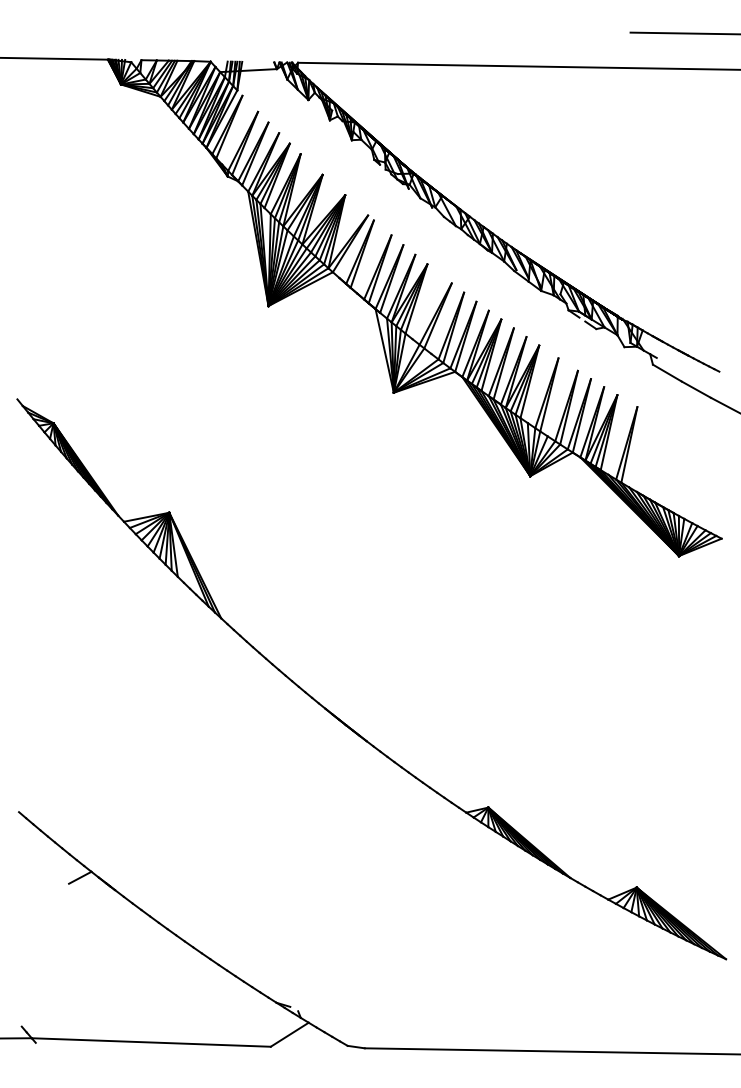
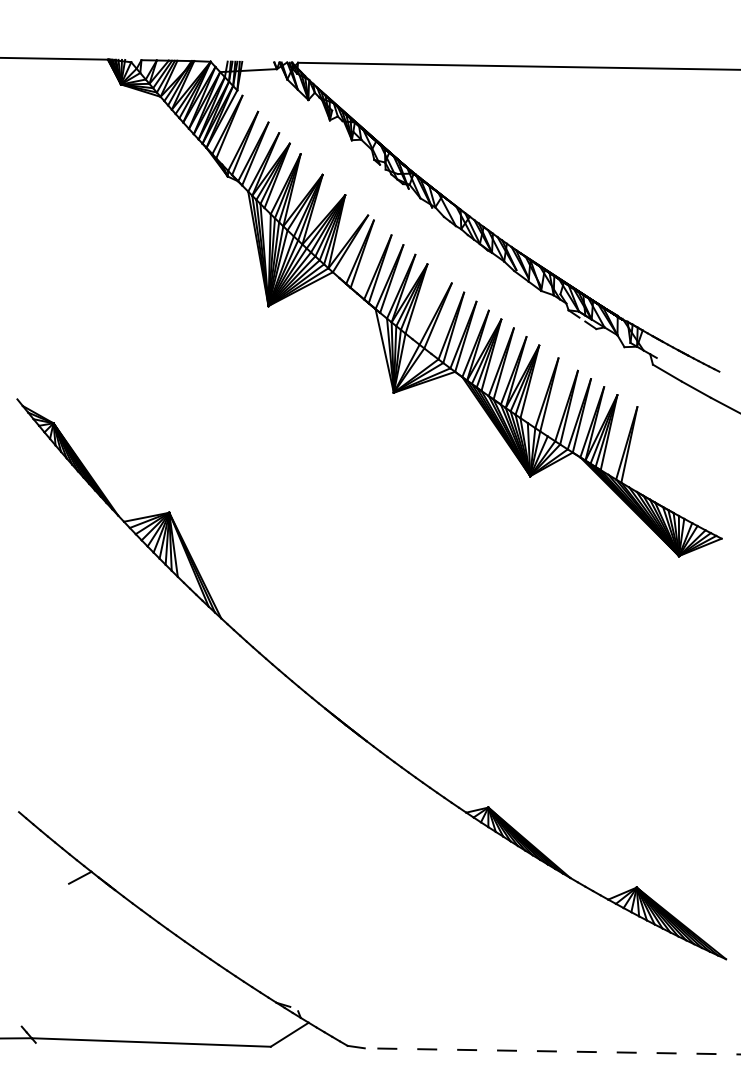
line at (683, 33): present -> none
line at (552, 1051): solid -> dashed
